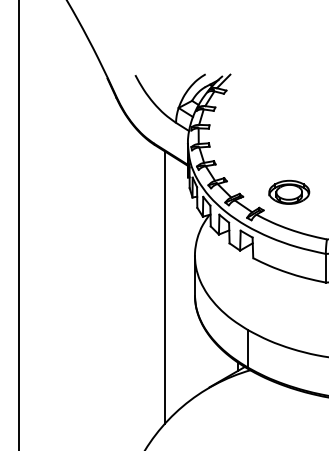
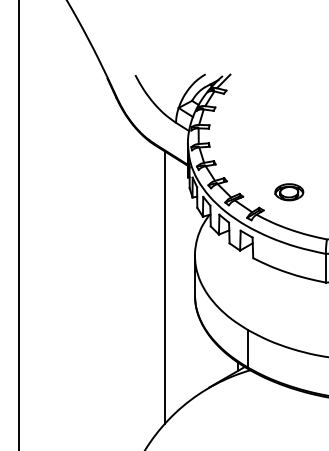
part at (289, 191) size: 43x26 px -> 31x19 px
